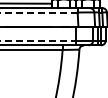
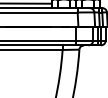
line at (38, 12): dashed -> solid
line at (38, 40): dashed -> solid
